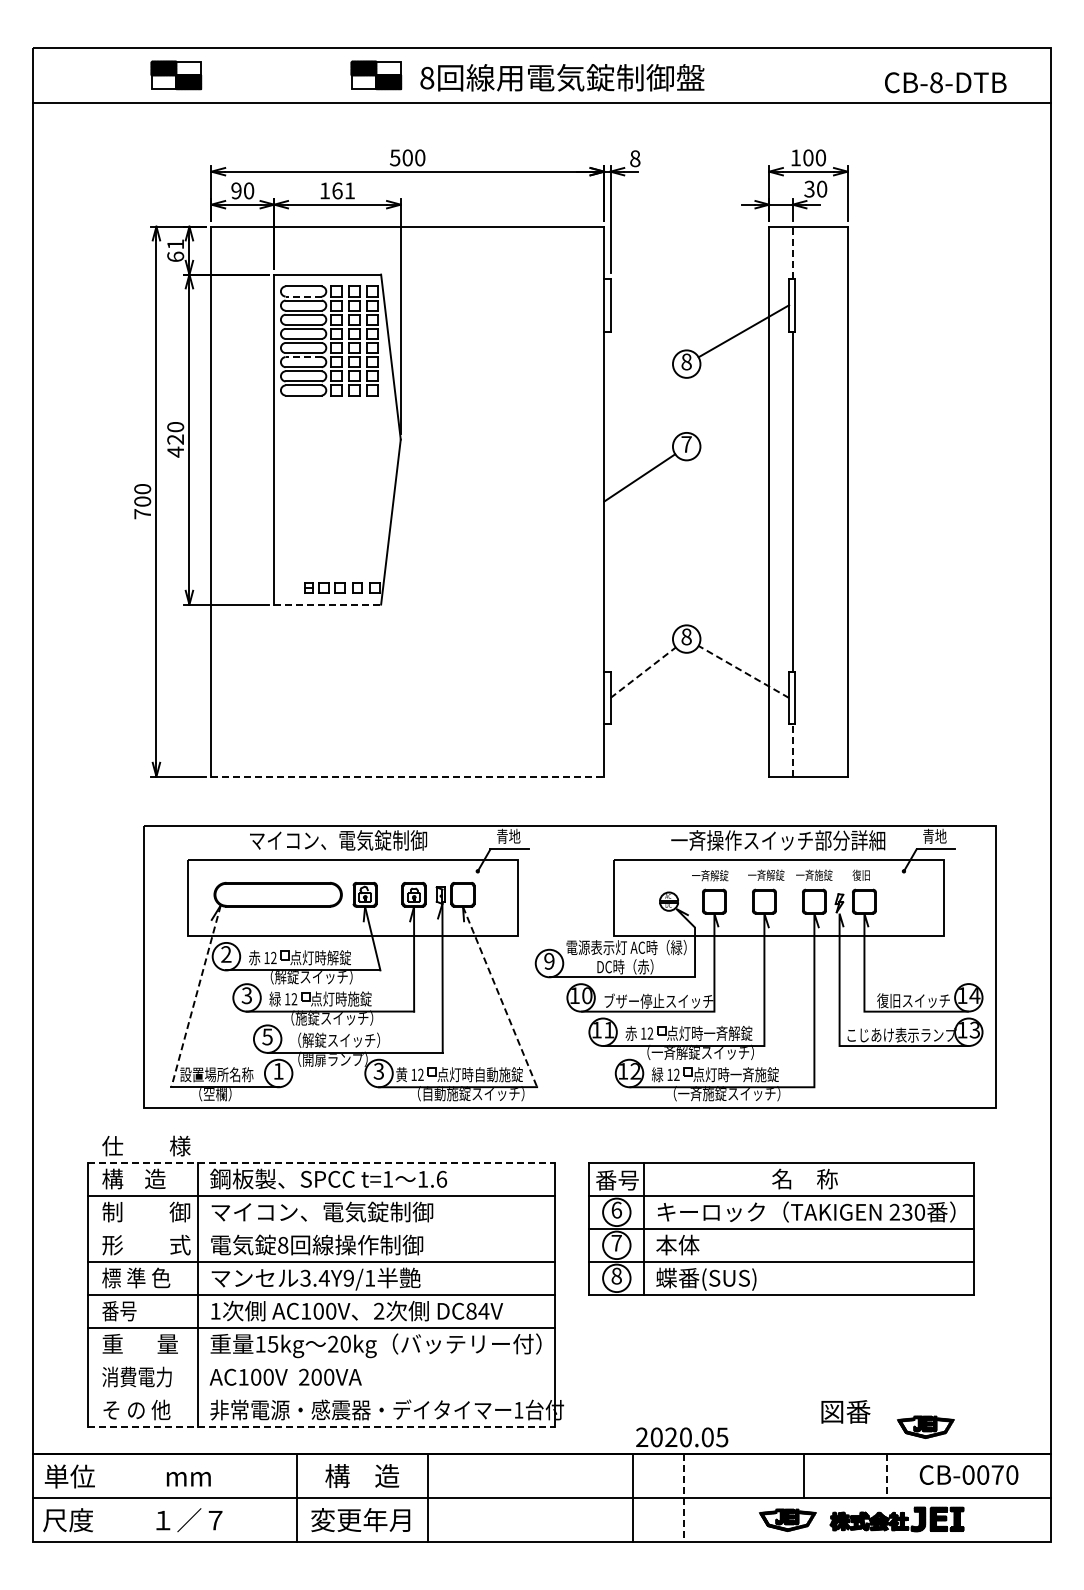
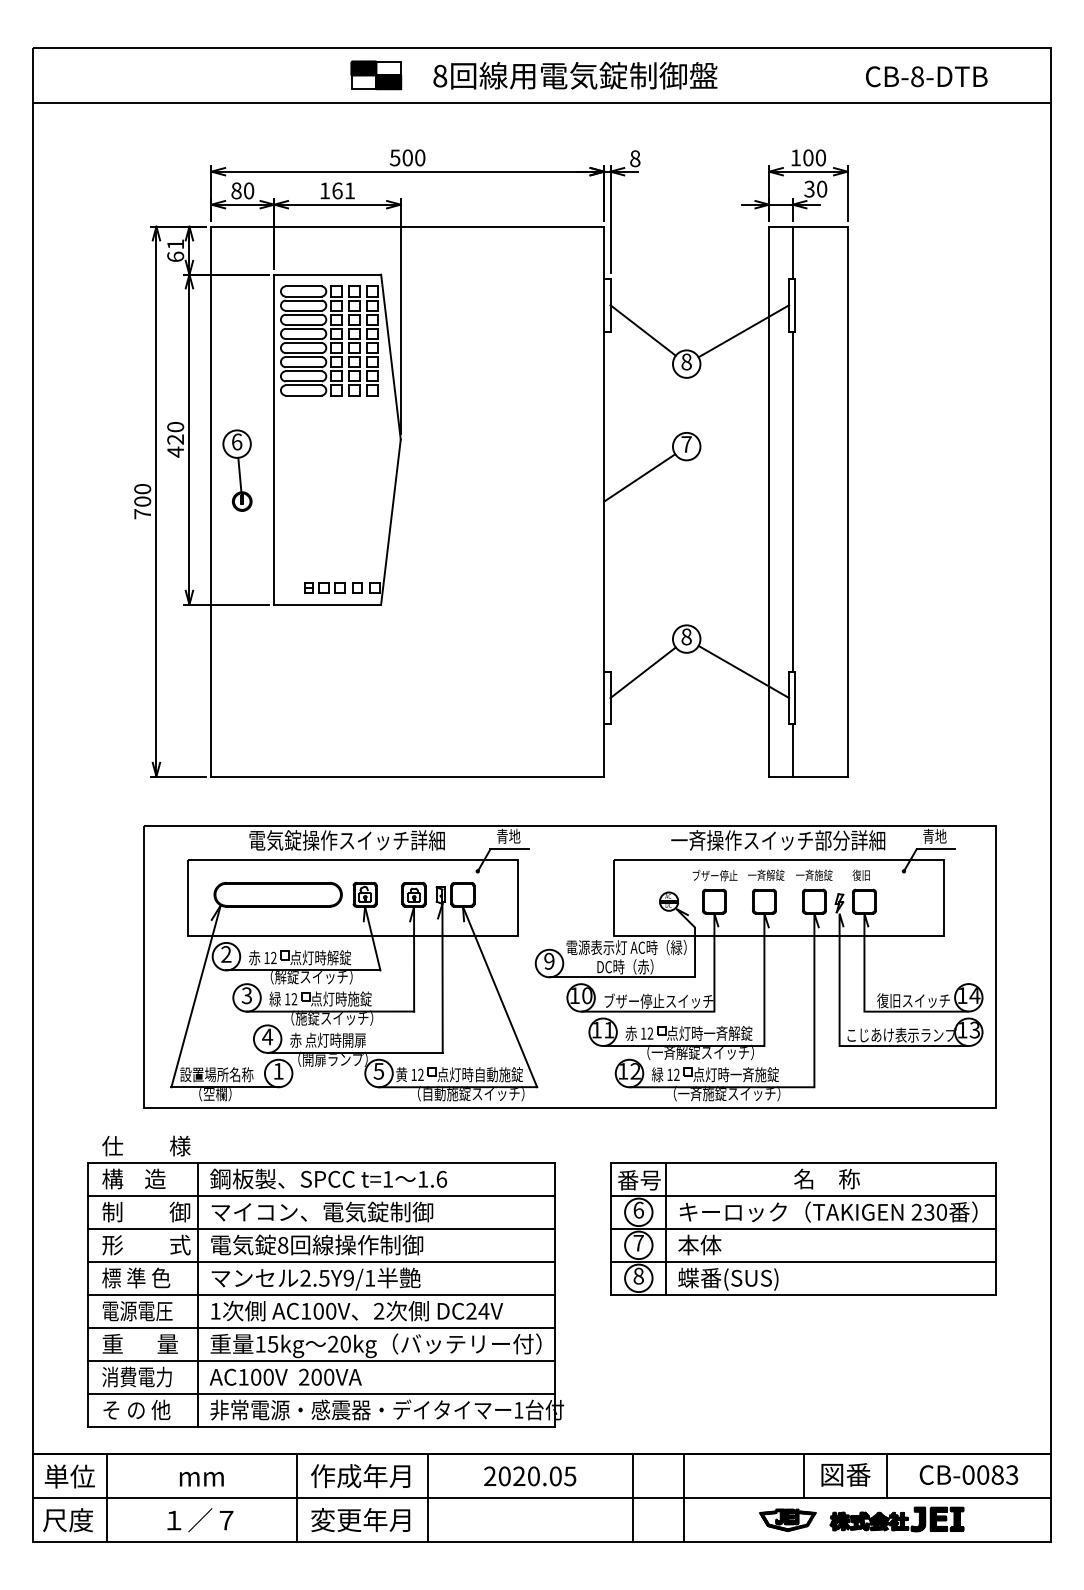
part at (176, 75): present -> none
text at (562, 77) position: (562, 77) -> (575, 75)
text at (945, 82) position: (945, 82) -> (926, 76)
text at (236, 190): 90 -> 80
line at (792, 252): dashed -> solid
line at (303, 296): dashed -> solid
line at (642, 330): none -> present
line at (303, 357): dashed -> solid
part at (237, 470): none -> present
line at (328, 604): dashed -> solid
line at (743, 671): dashed -> solid
line at (643, 672): dashed -> solid
line at (792, 749): dashed -> solid
line at (408, 776): dashed -> solid
text at (346, 840): マイコン、電気錠制御 -> 電気錠操作スイッチ詳細
text at (714, 875): 一斉解錠 -> ブザー停止
line at (195, 996): dashed -> solid
line at (500, 996): dashed -> solid
text at (267, 1036): 5 -> 4
text at (335, 1039): （解錠スイッチ） -> 赤 点灯時開扉
text at (378, 1070): 3 -> 5
line at (321, 1162): dashed -> solid
line at (321, 1228): none -> present
part at (781, 1228) position: (781, 1228) -> (803, 1228)
text at (314, 1278): 3.4Y9/1 -> 2.5Y9/1
text at (471, 1310): DC84V -> DC24V
text at (137, 1311): 番号 -> 電源電圧
line at (321, 1360): none -> present
line at (321, 1393): none -> present
text at (845, 1411) position: (845, 1411) -> (845, 1474)
line at (321, 1426): dashed -> solid
part at (925, 1426): present -> none
text at (682, 1437) position: (682, 1437) -> (530, 1476)
text at (1004, 1474): CB-0070 -> CB-0083
text at (360, 1476): 構    造 -> 作成年月
line at (886, 1476): dashed -> solid
text at (188, 1478) position: (188, 1478) -> (201, 1478)
line at (106, 1498): none -> present
line at (683, 1498): dashed -> solid
text at (189, 1520) position: (189, 1520) -> (200, 1520)
